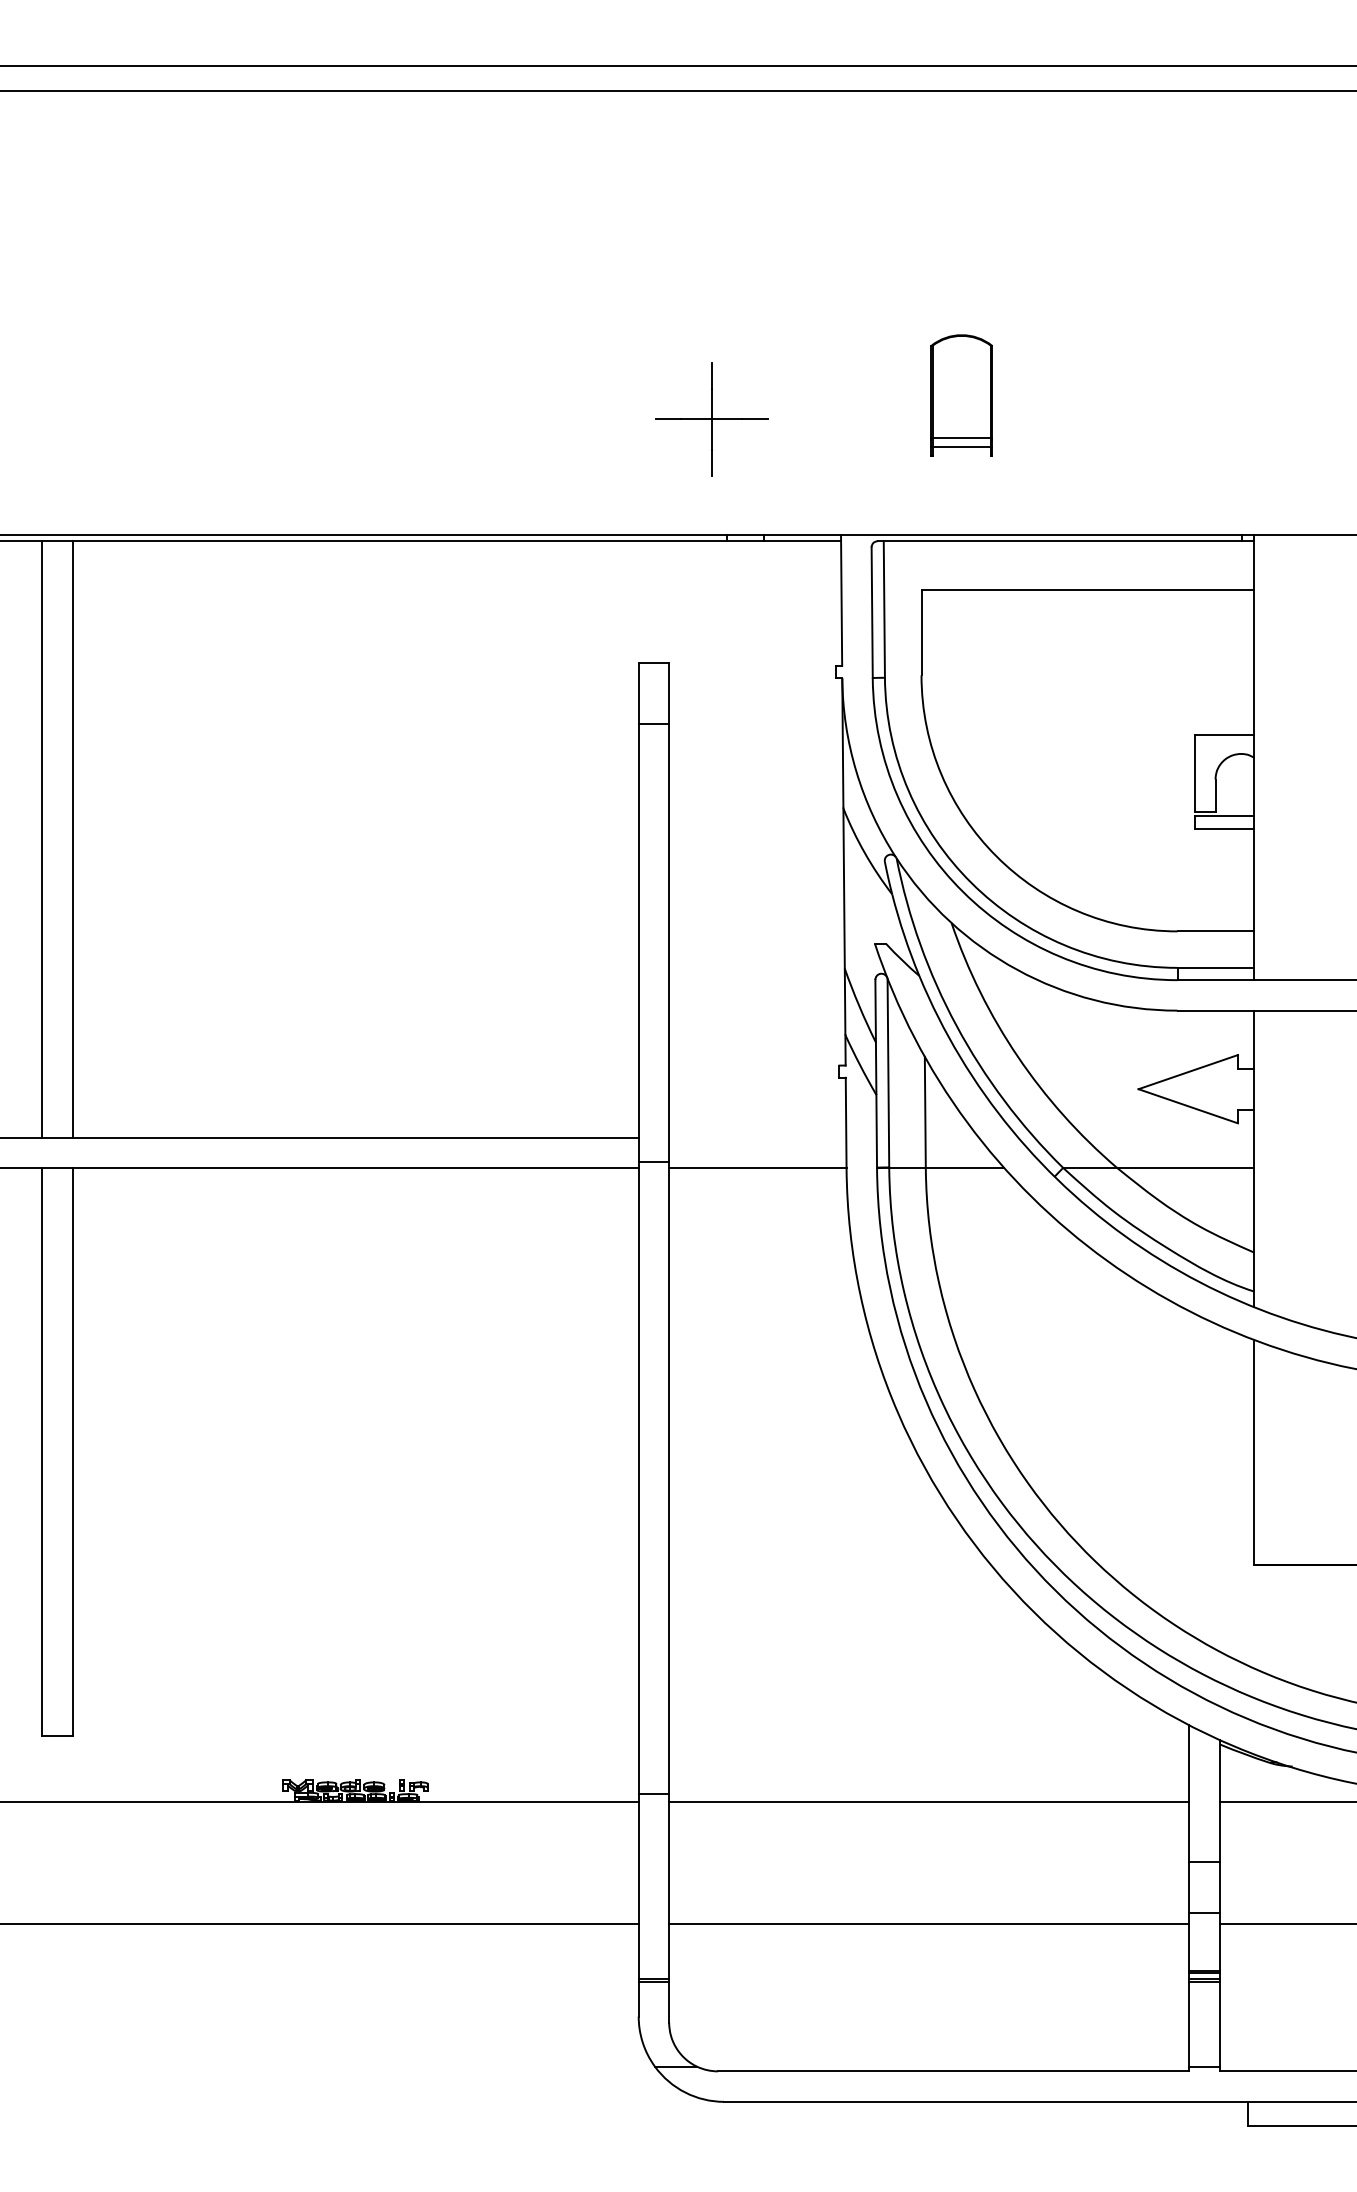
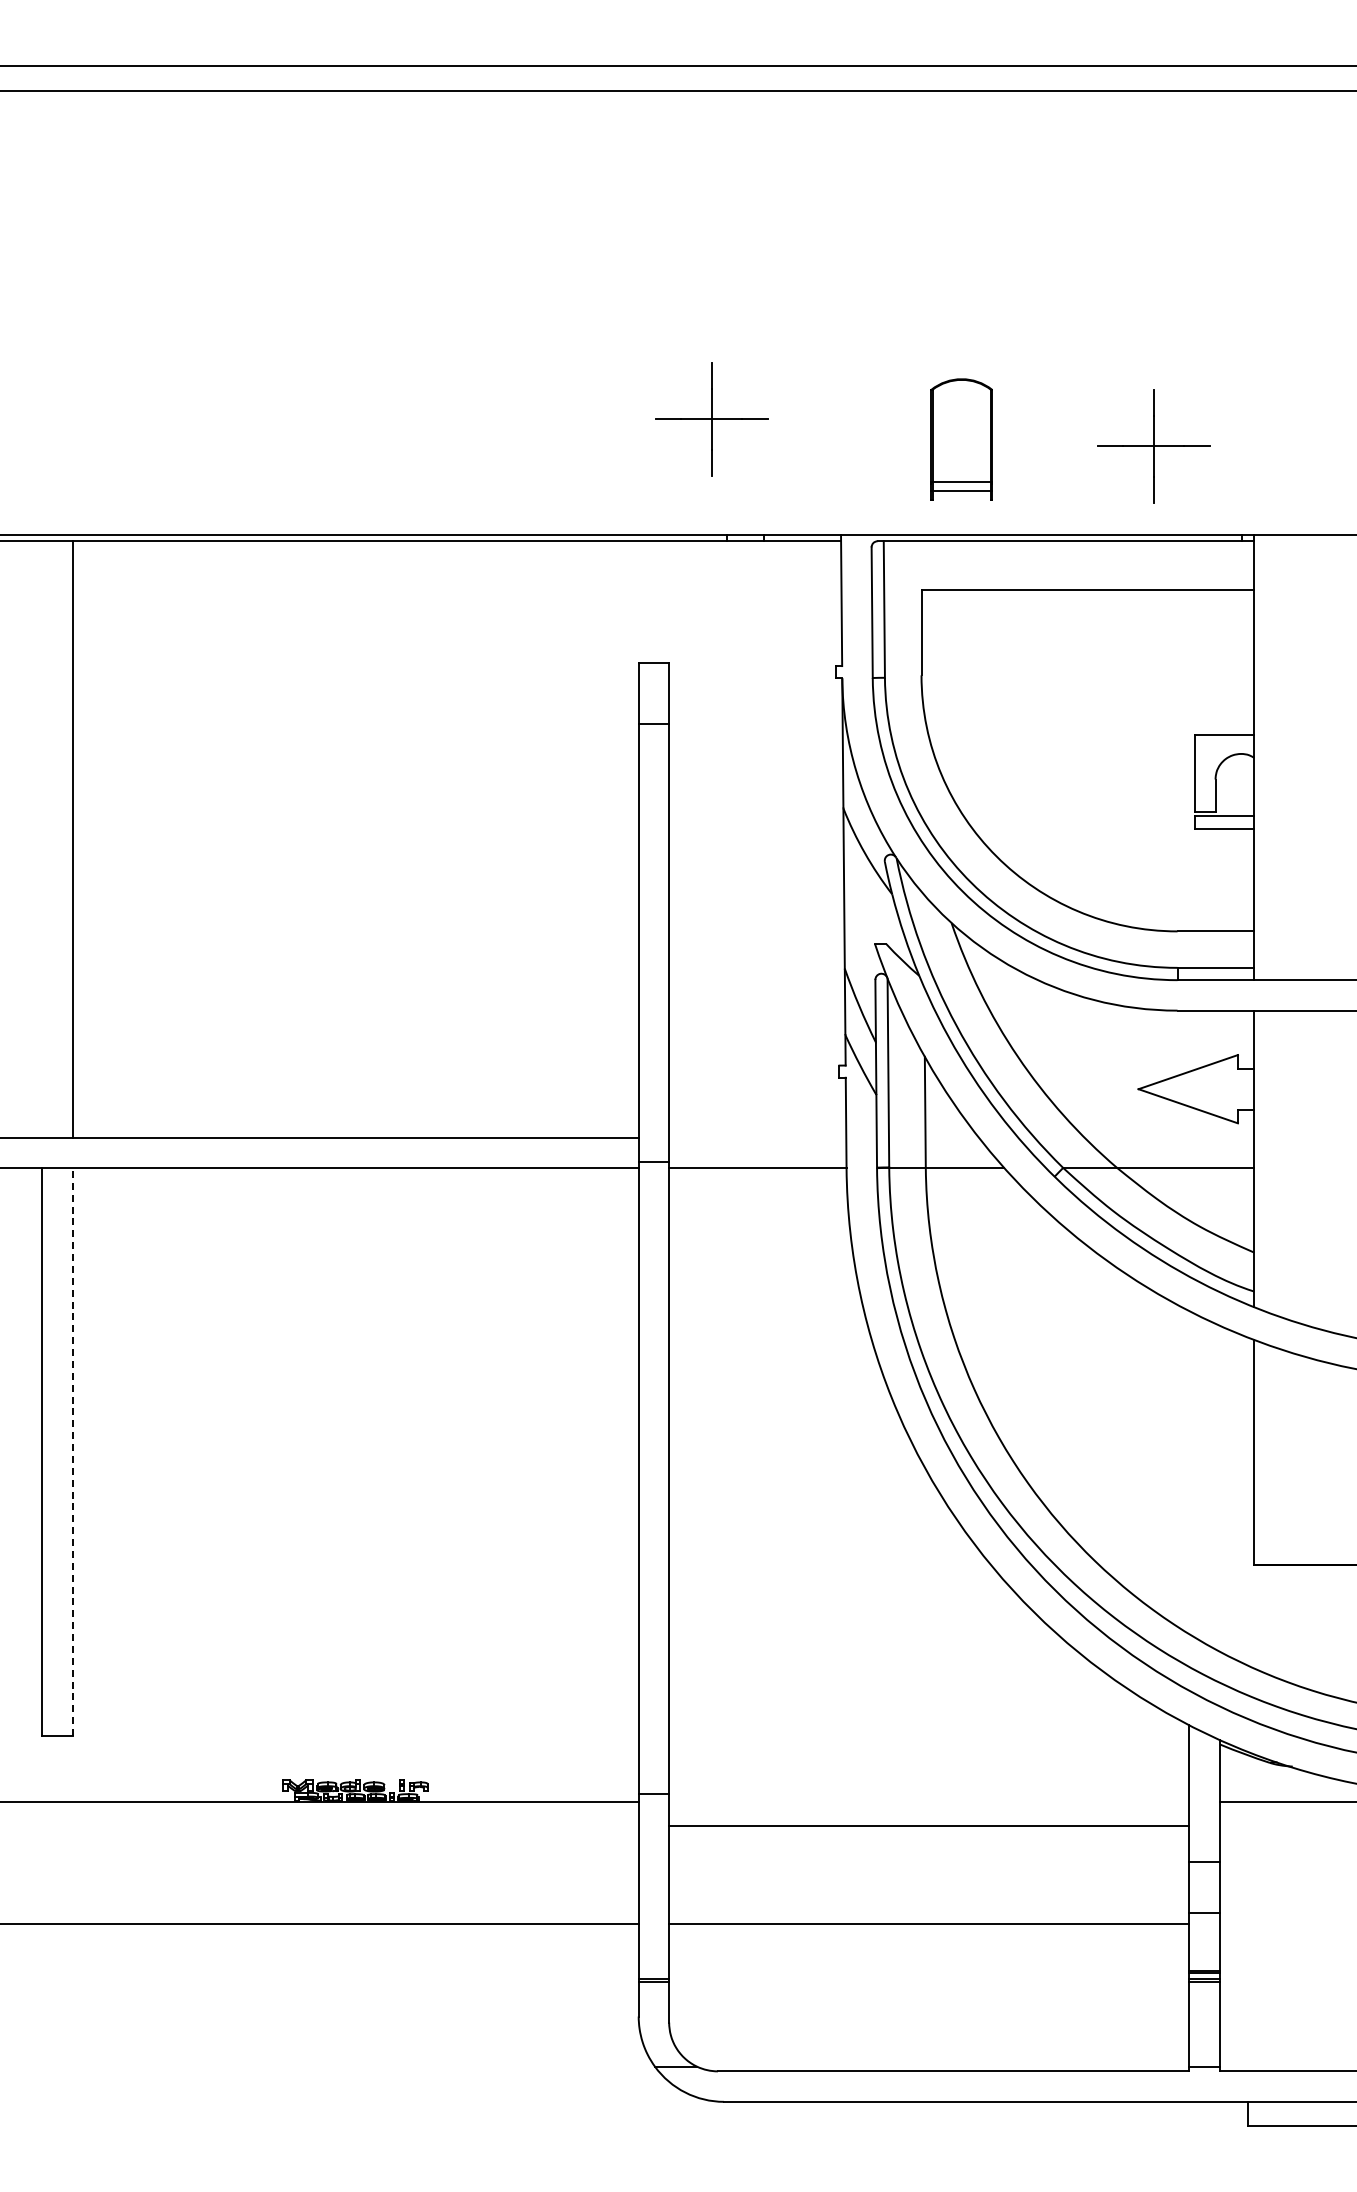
part at (961, 395) position: (961, 395) -> (961, 439)
part at (1153, 446): none -> present
line at (42, 839): present -> none
line at (72, 1451): solid -> dashed
line at (929, 1801) position: (929, 1801) -> (929, 1825)
line at (1286, 1923): present -> none
